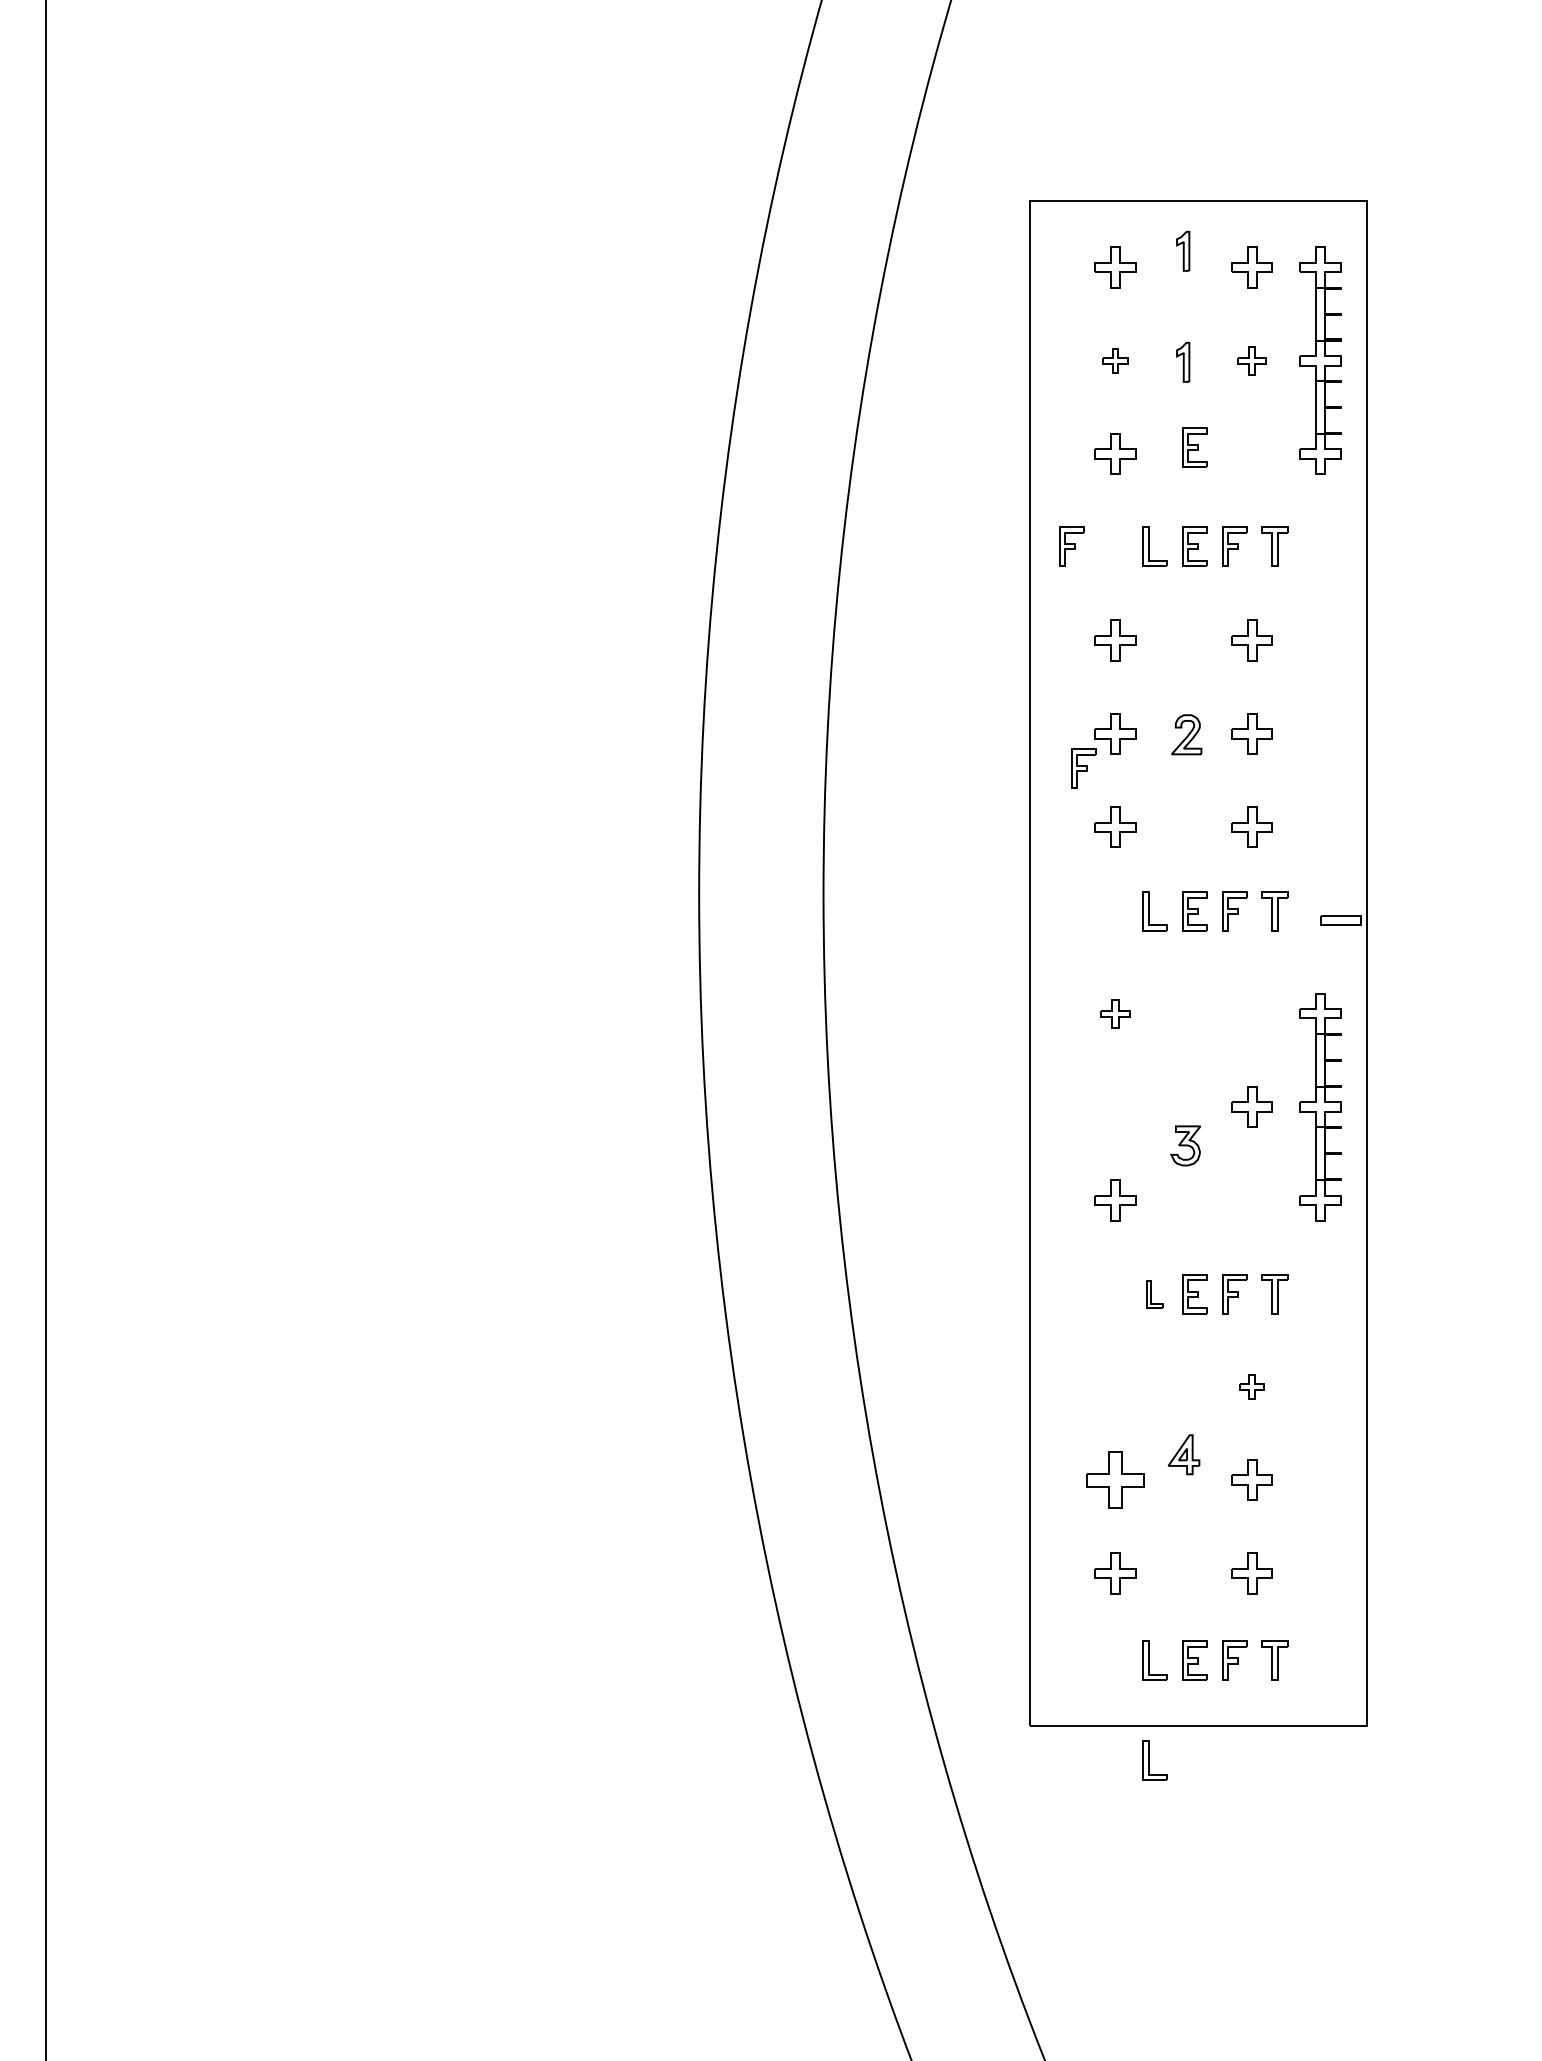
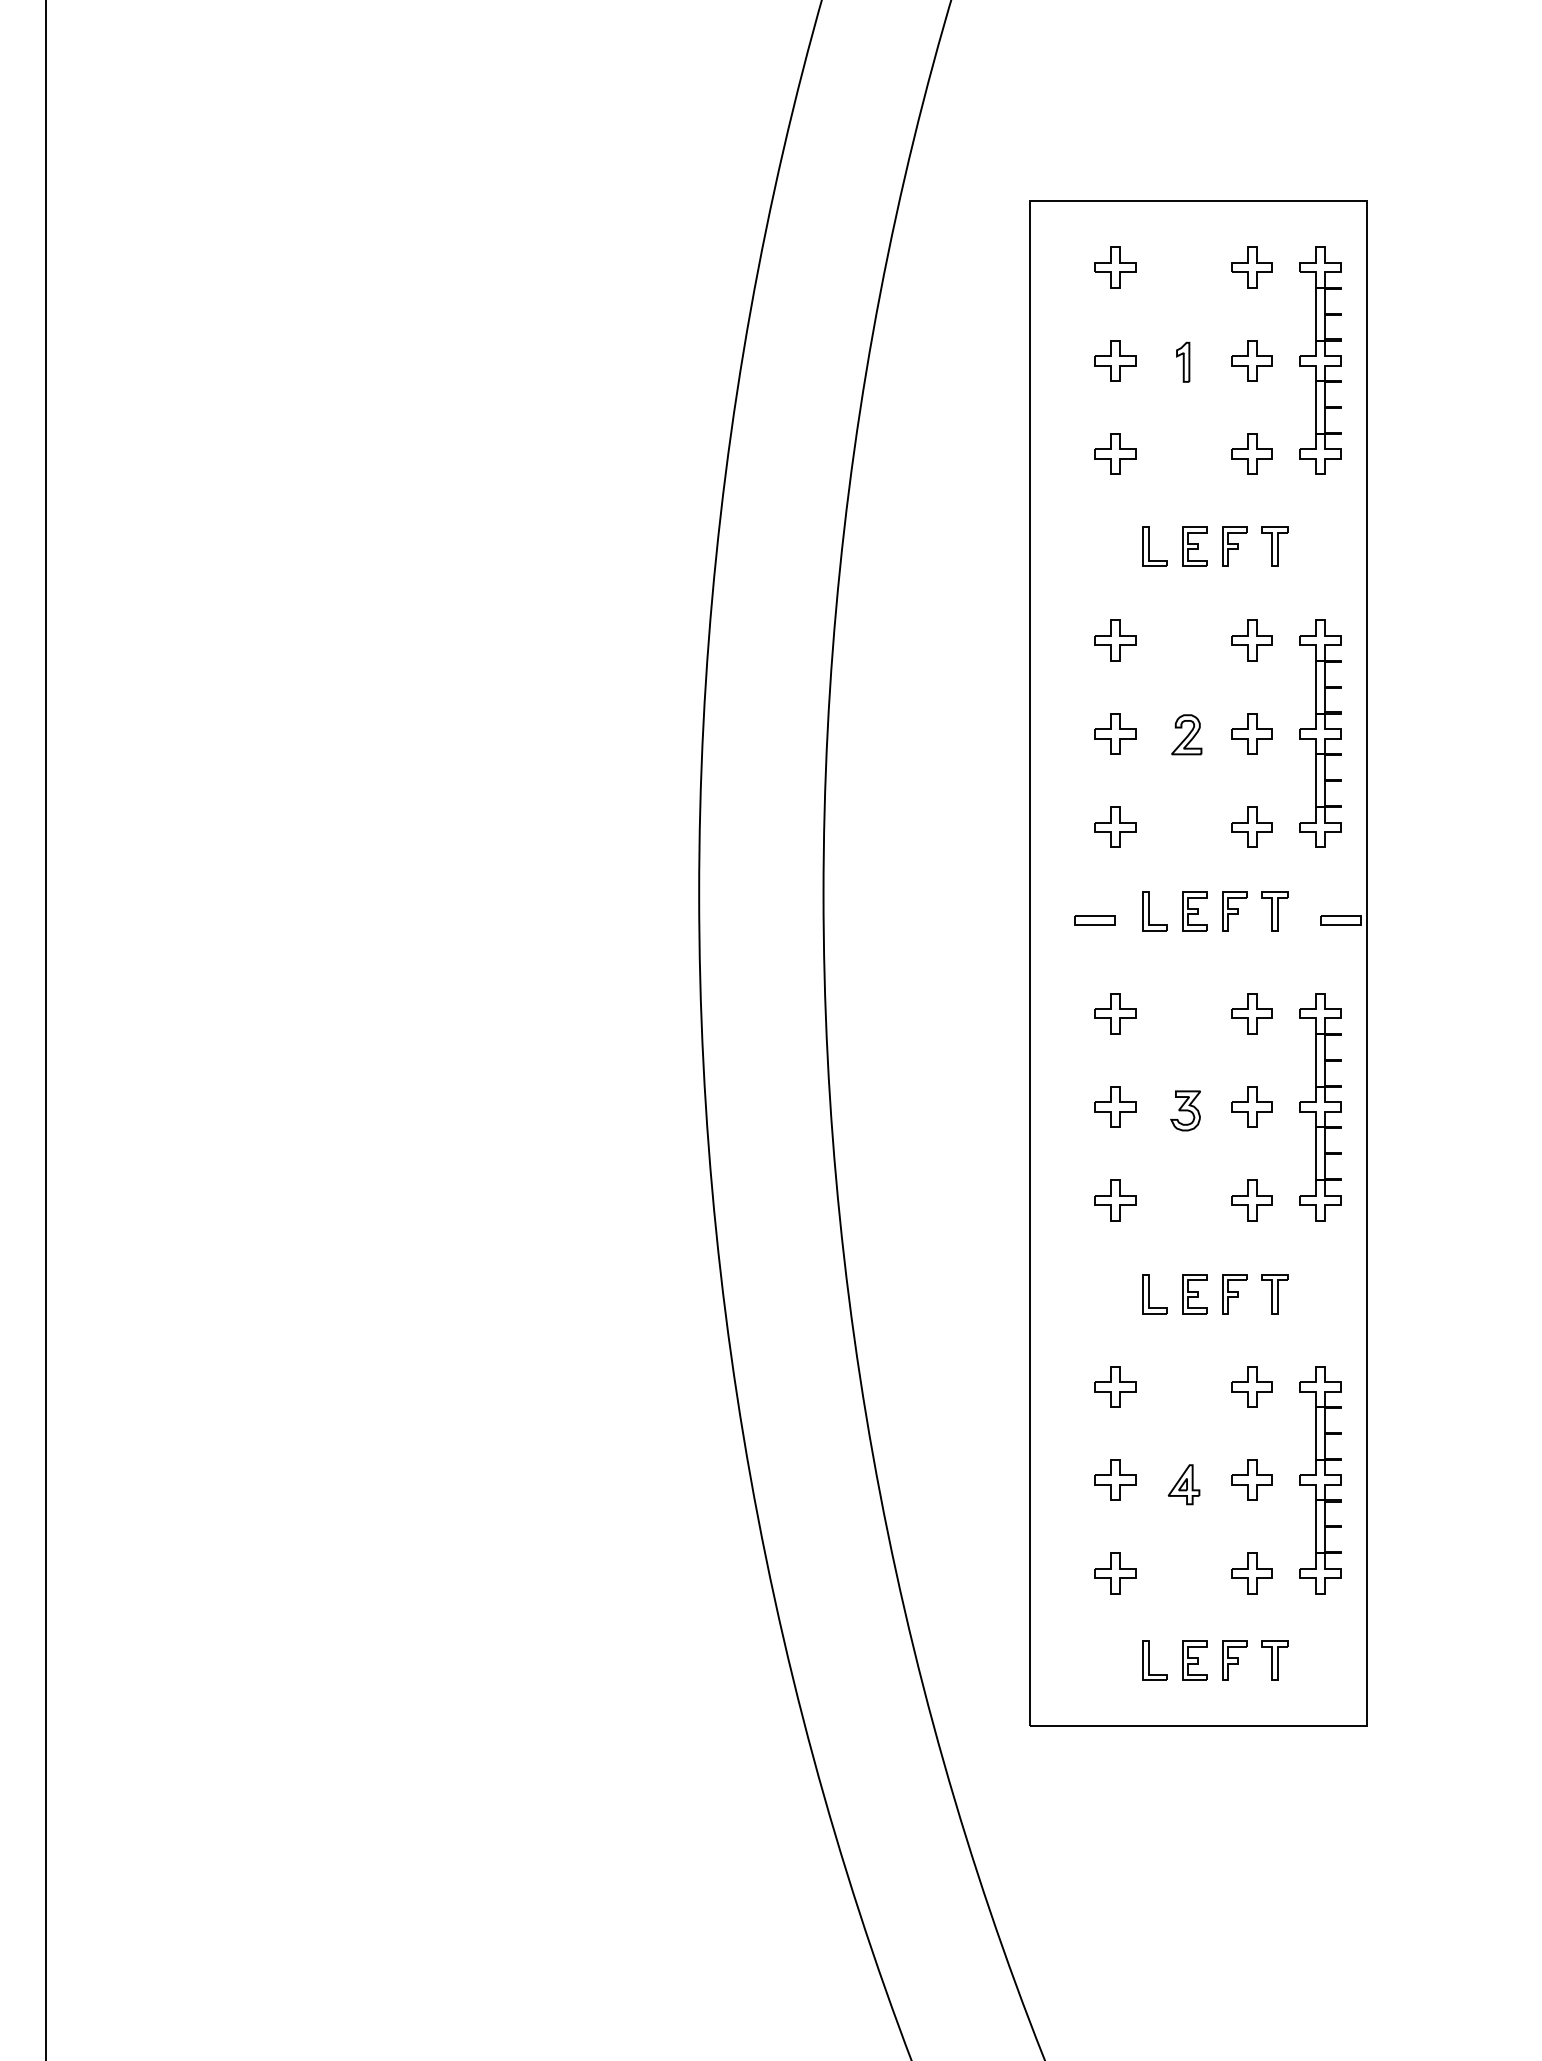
part at (1183, 250): present -> none
part at (1115, 360) size: 27x26 px -> 43x42 px
part at (1251, 360) size: 30x30 px -> 42x42 px
part at (1194, 447): present -> none
part at (1251, 453): none -> present
part at (1071, 546): present -> none
part at (1320, 733): none -> present
part at (1083, 768): present -> none
part at (1094, 920): none -> present
part at (1115, 1013) size: 31x30 px -> 43x42 px
part at (1251, 1013): none -> present
part at (1115, 1106): none -> present
part at (1185, 1145) position: (1185, 1145) -> (1185, 1110)
part at (1251, 1200): none -> present
part at (1154, 1294) size: 18x29 px -> 26x41 px
part at (1115, 1386): none -> present
part at (1251, 1386) size: 26x26 px -> 42x42 px
part at (1183, 1454) position: (1183, 1454) -> (1183, 1484)
part at (1115, 1479) size: 59x58 px -> 43x42 px
part at (1320, 1480): none -> present
part at (1154, 1760): present -> none
